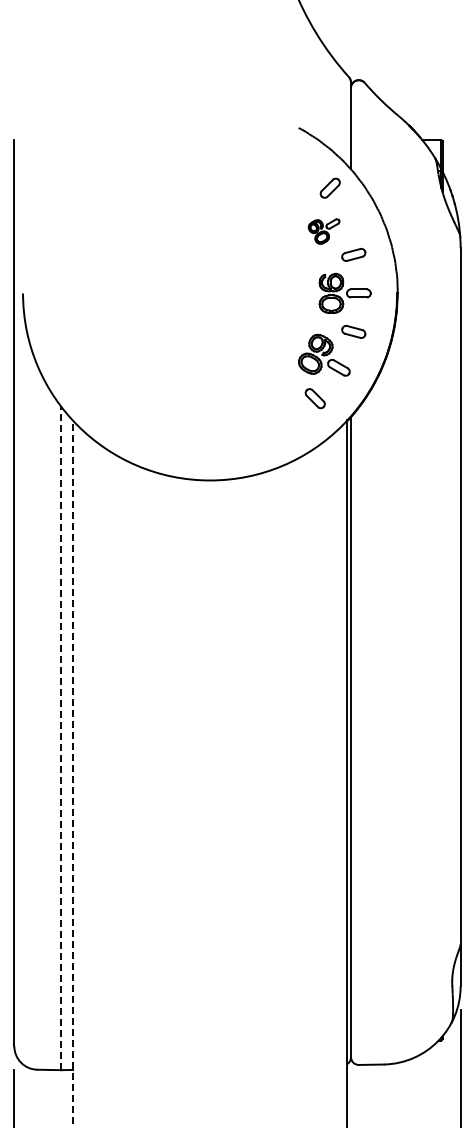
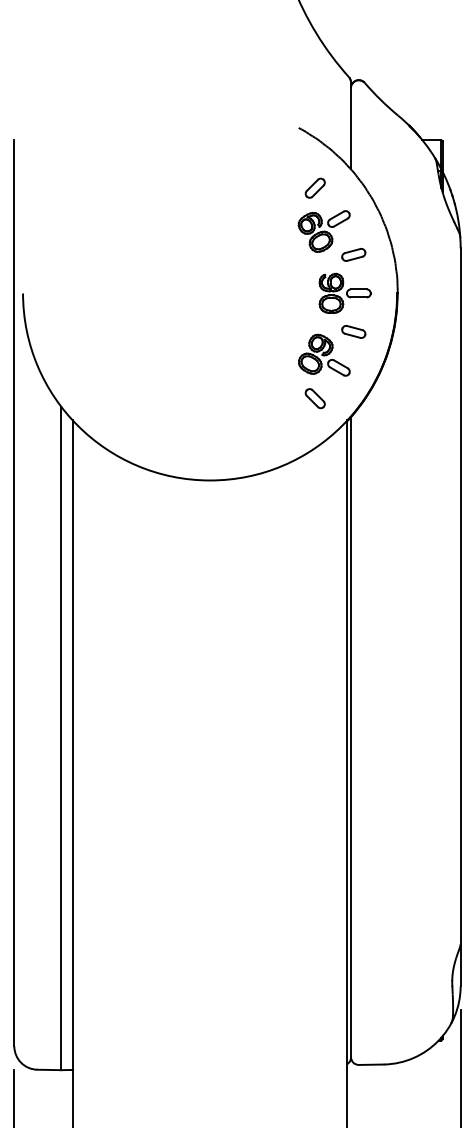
part at (329, 187) position: (329, 187) -> (314, 187)
part at (323, 231) size: 34x27 px -> 54x43 px
line at (61, 738): dashed -> solid
line at (73, 774): dashed -> solid
